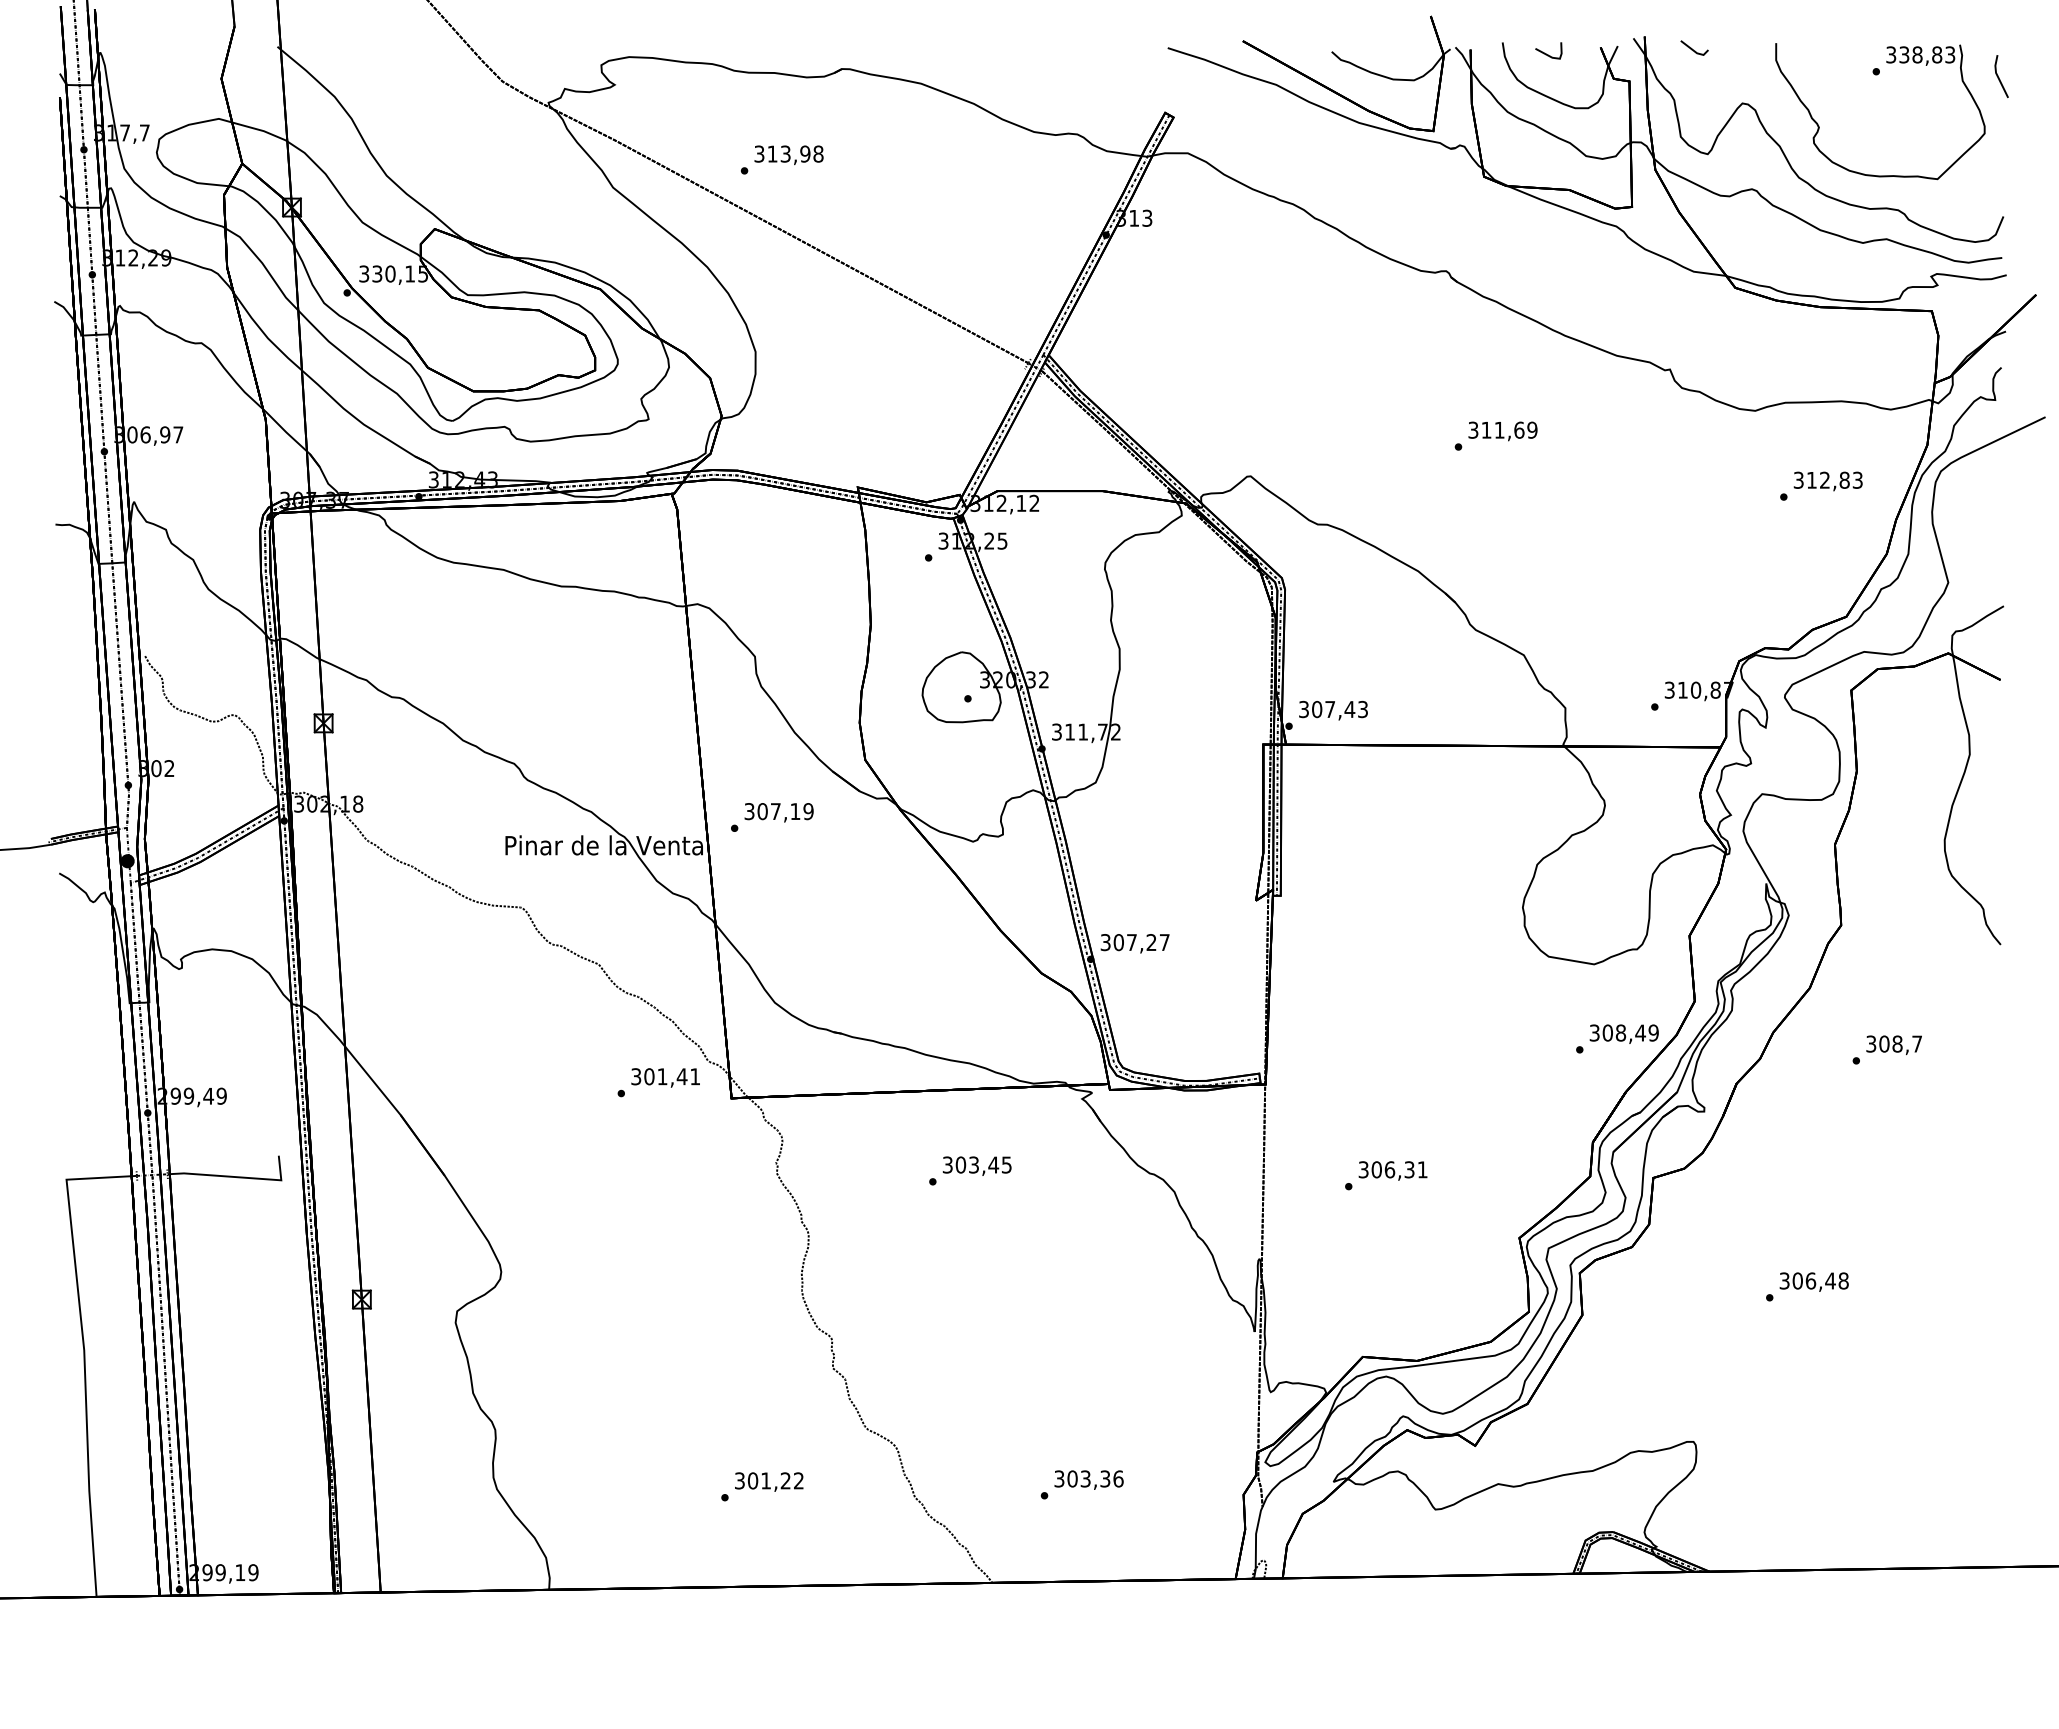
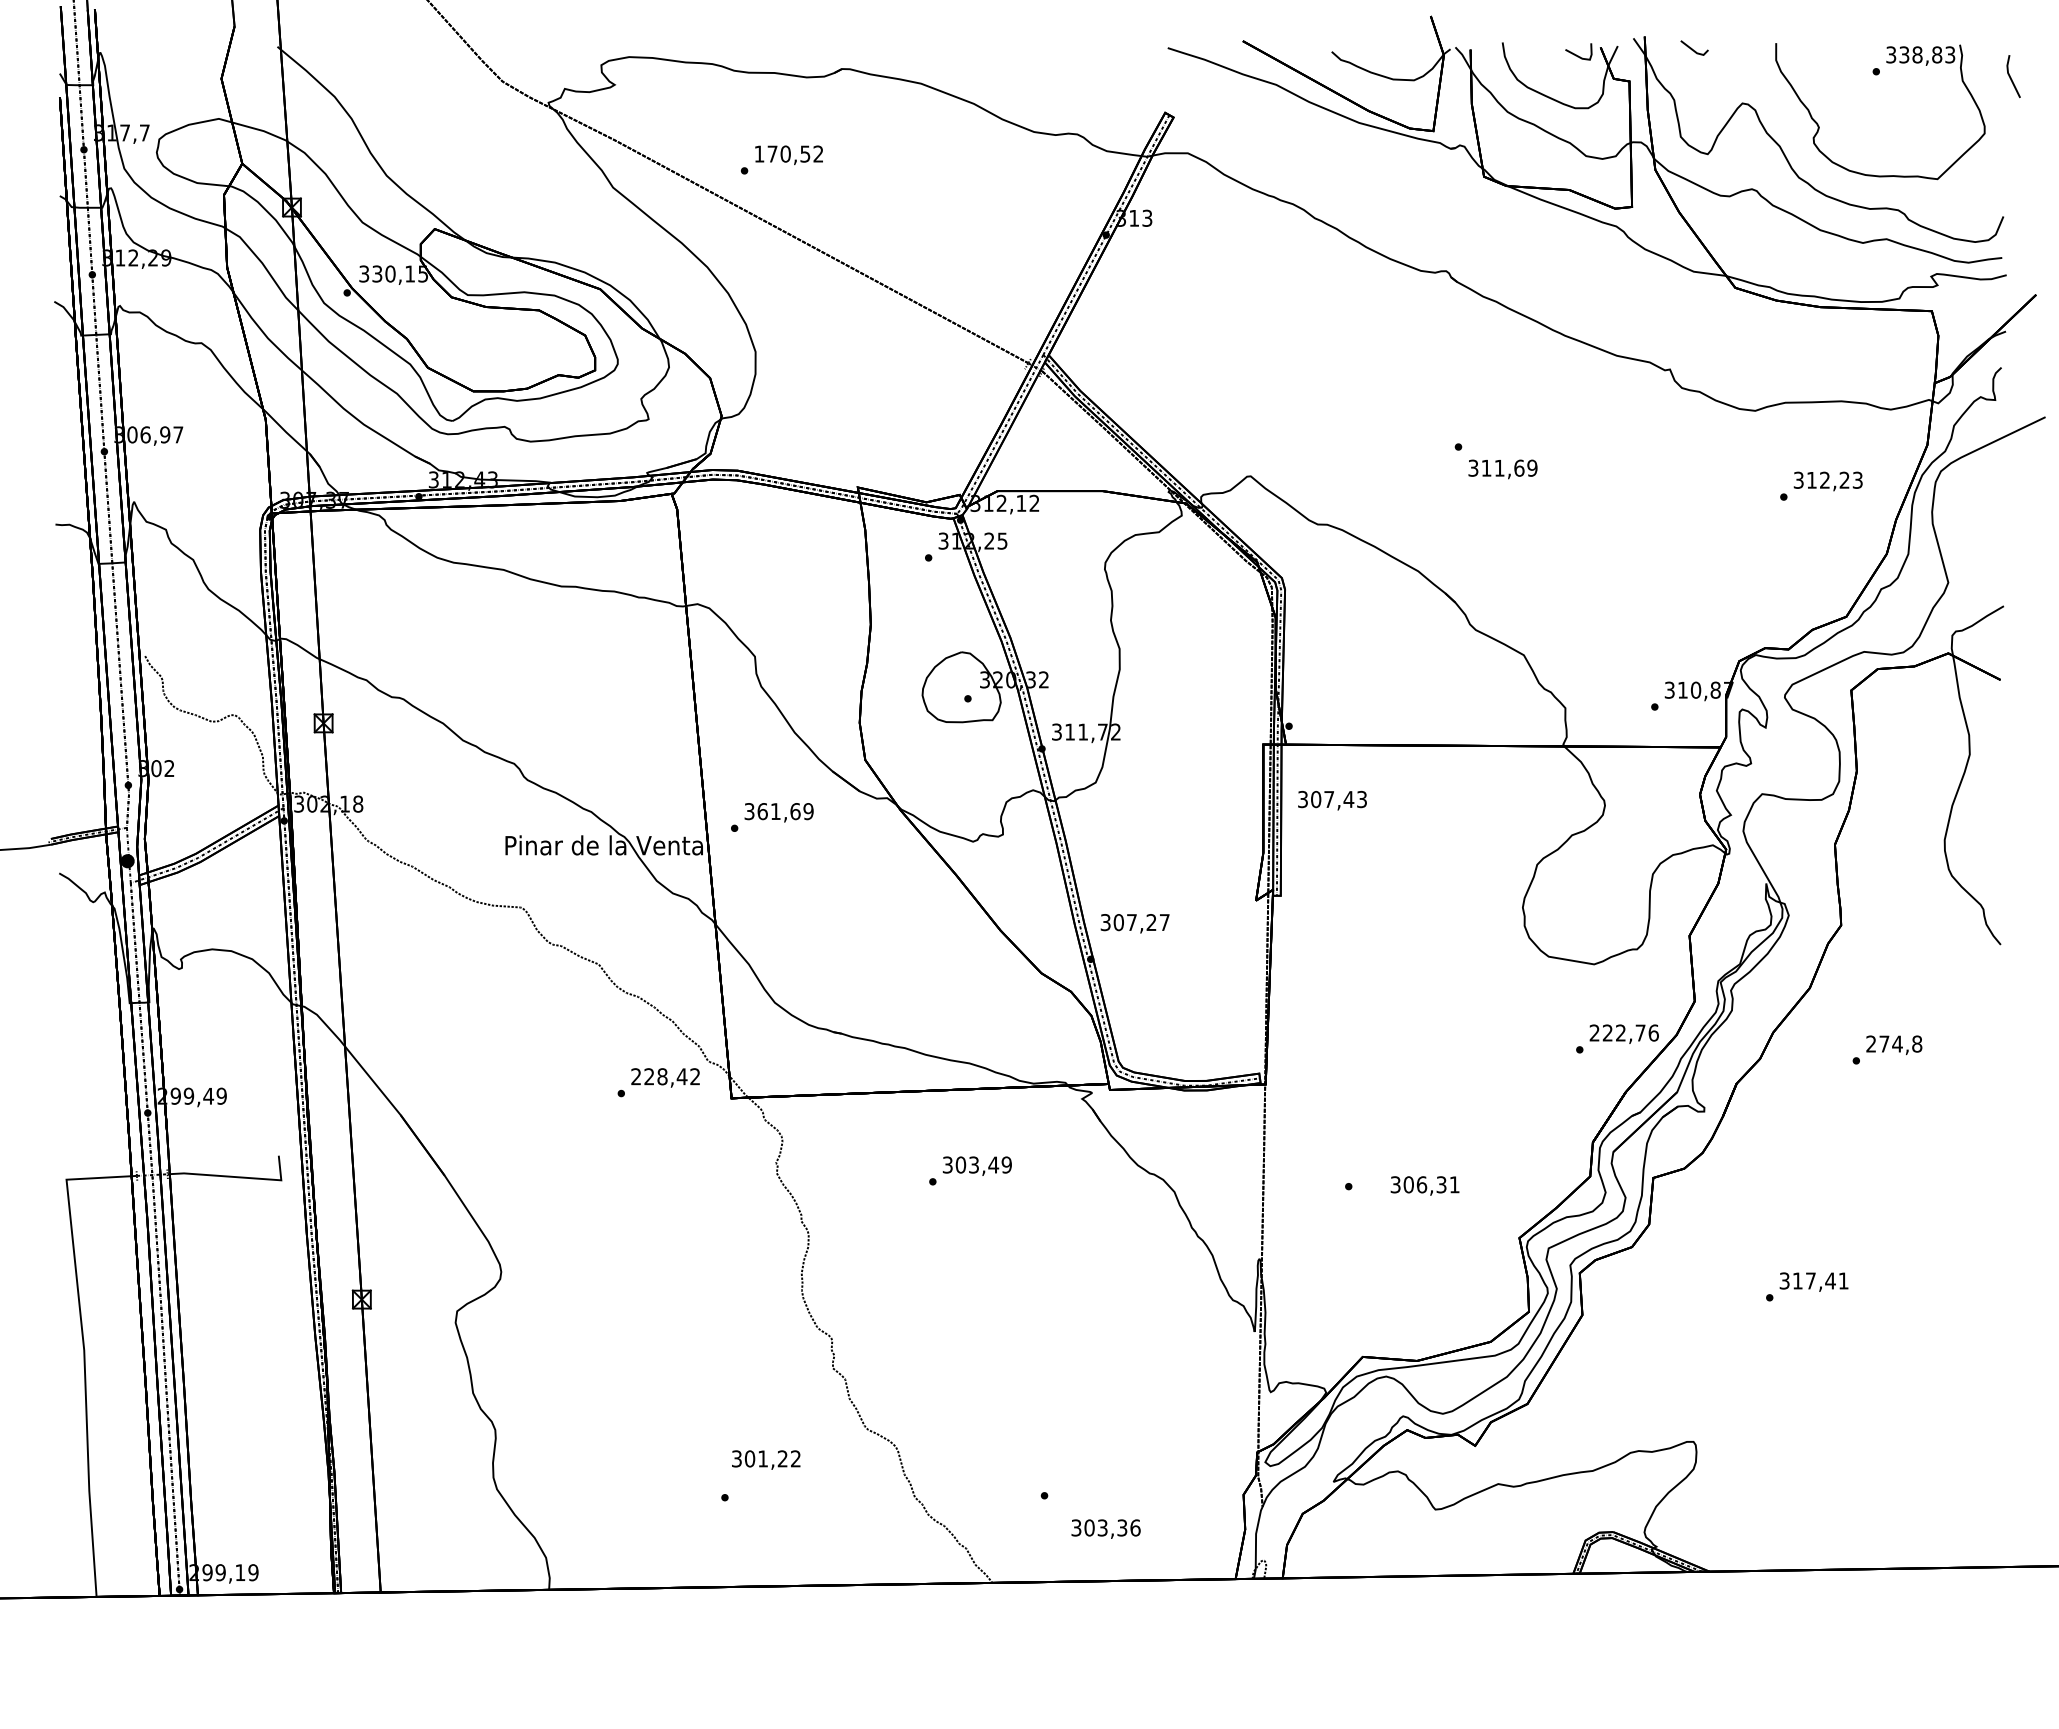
line at (1546, 53) position: (1546, 53) -> (1576, 54)
line at (1999, 77) position: (1999, 77) -> (2011, 77)
text at (788, 153): 313,98 -> 170,52
text at (1502, 431) position: (1502, 431) -> (1502, 469)
text at (1844, 479): 312,83 -> 312,23
text at (1333, 710) position: (1333, 710) -> (1332, 800)
text at (778, 811): 307,19 -> 361,69
text at (1134, 943) position: (1134, 943) -> (1134, 923)
text at (1623, 1032): 308,49 -> 222,76
text at (1894, 1043): 308,7 -> 274,8
text at (665, 1076): 301,41 -> 228,42
text at (1006, 1164): 303,45 -> 303,49
text at (1392, 1170) position: (1392, 1170) -> (1424, 1185)
text at (1820, 1280): 306,48 -> 317,41
text at (1088, 1479) position: (1088, 1479) -> (1105, 1528)
text at (769, 1481) position: (769, 1481) -> (766, 1459)
